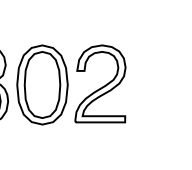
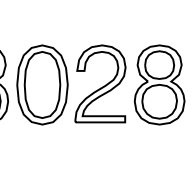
part at (159, 84): none -> present
